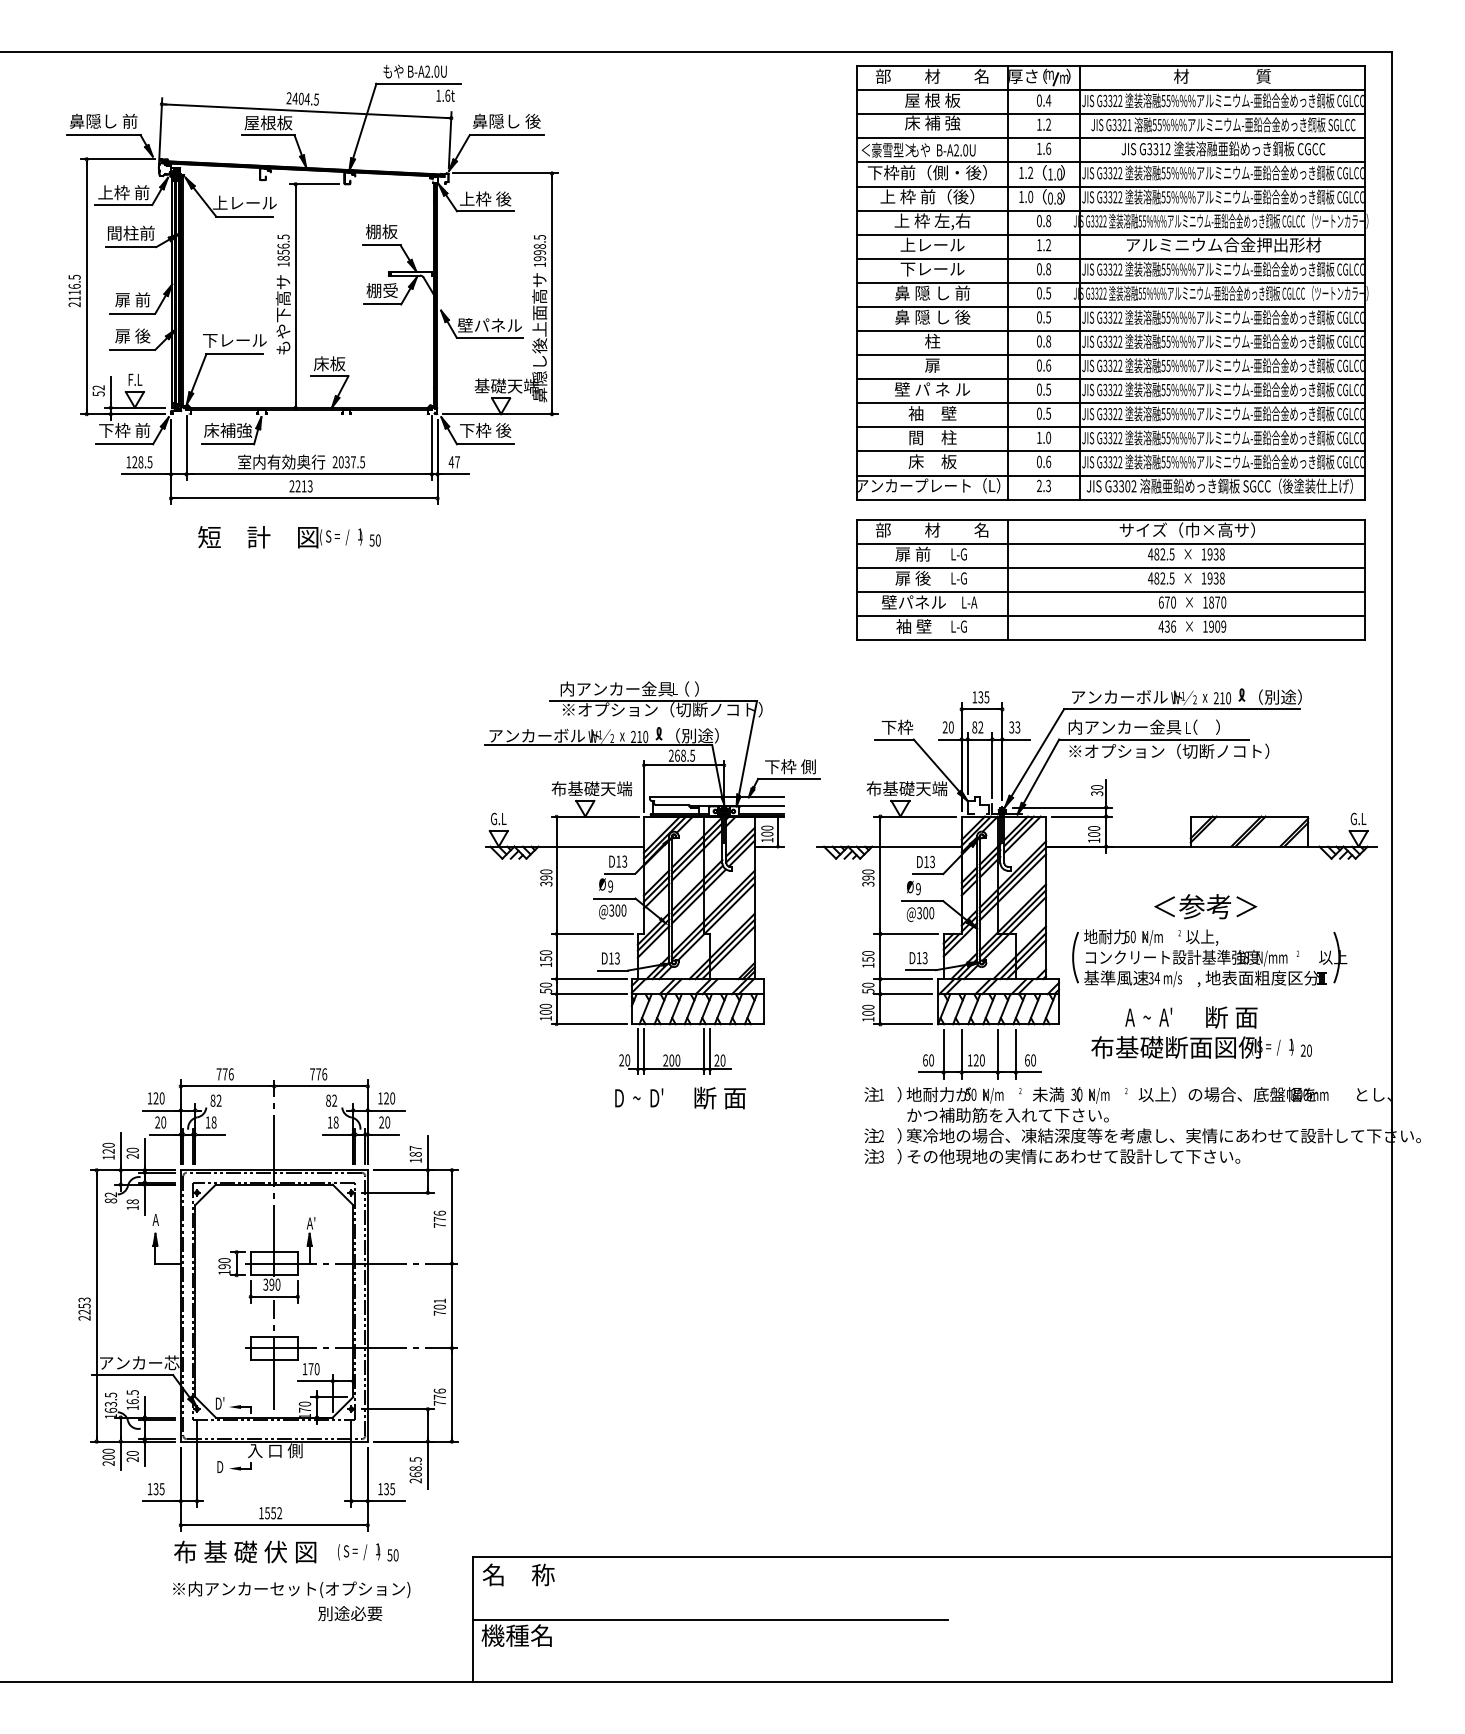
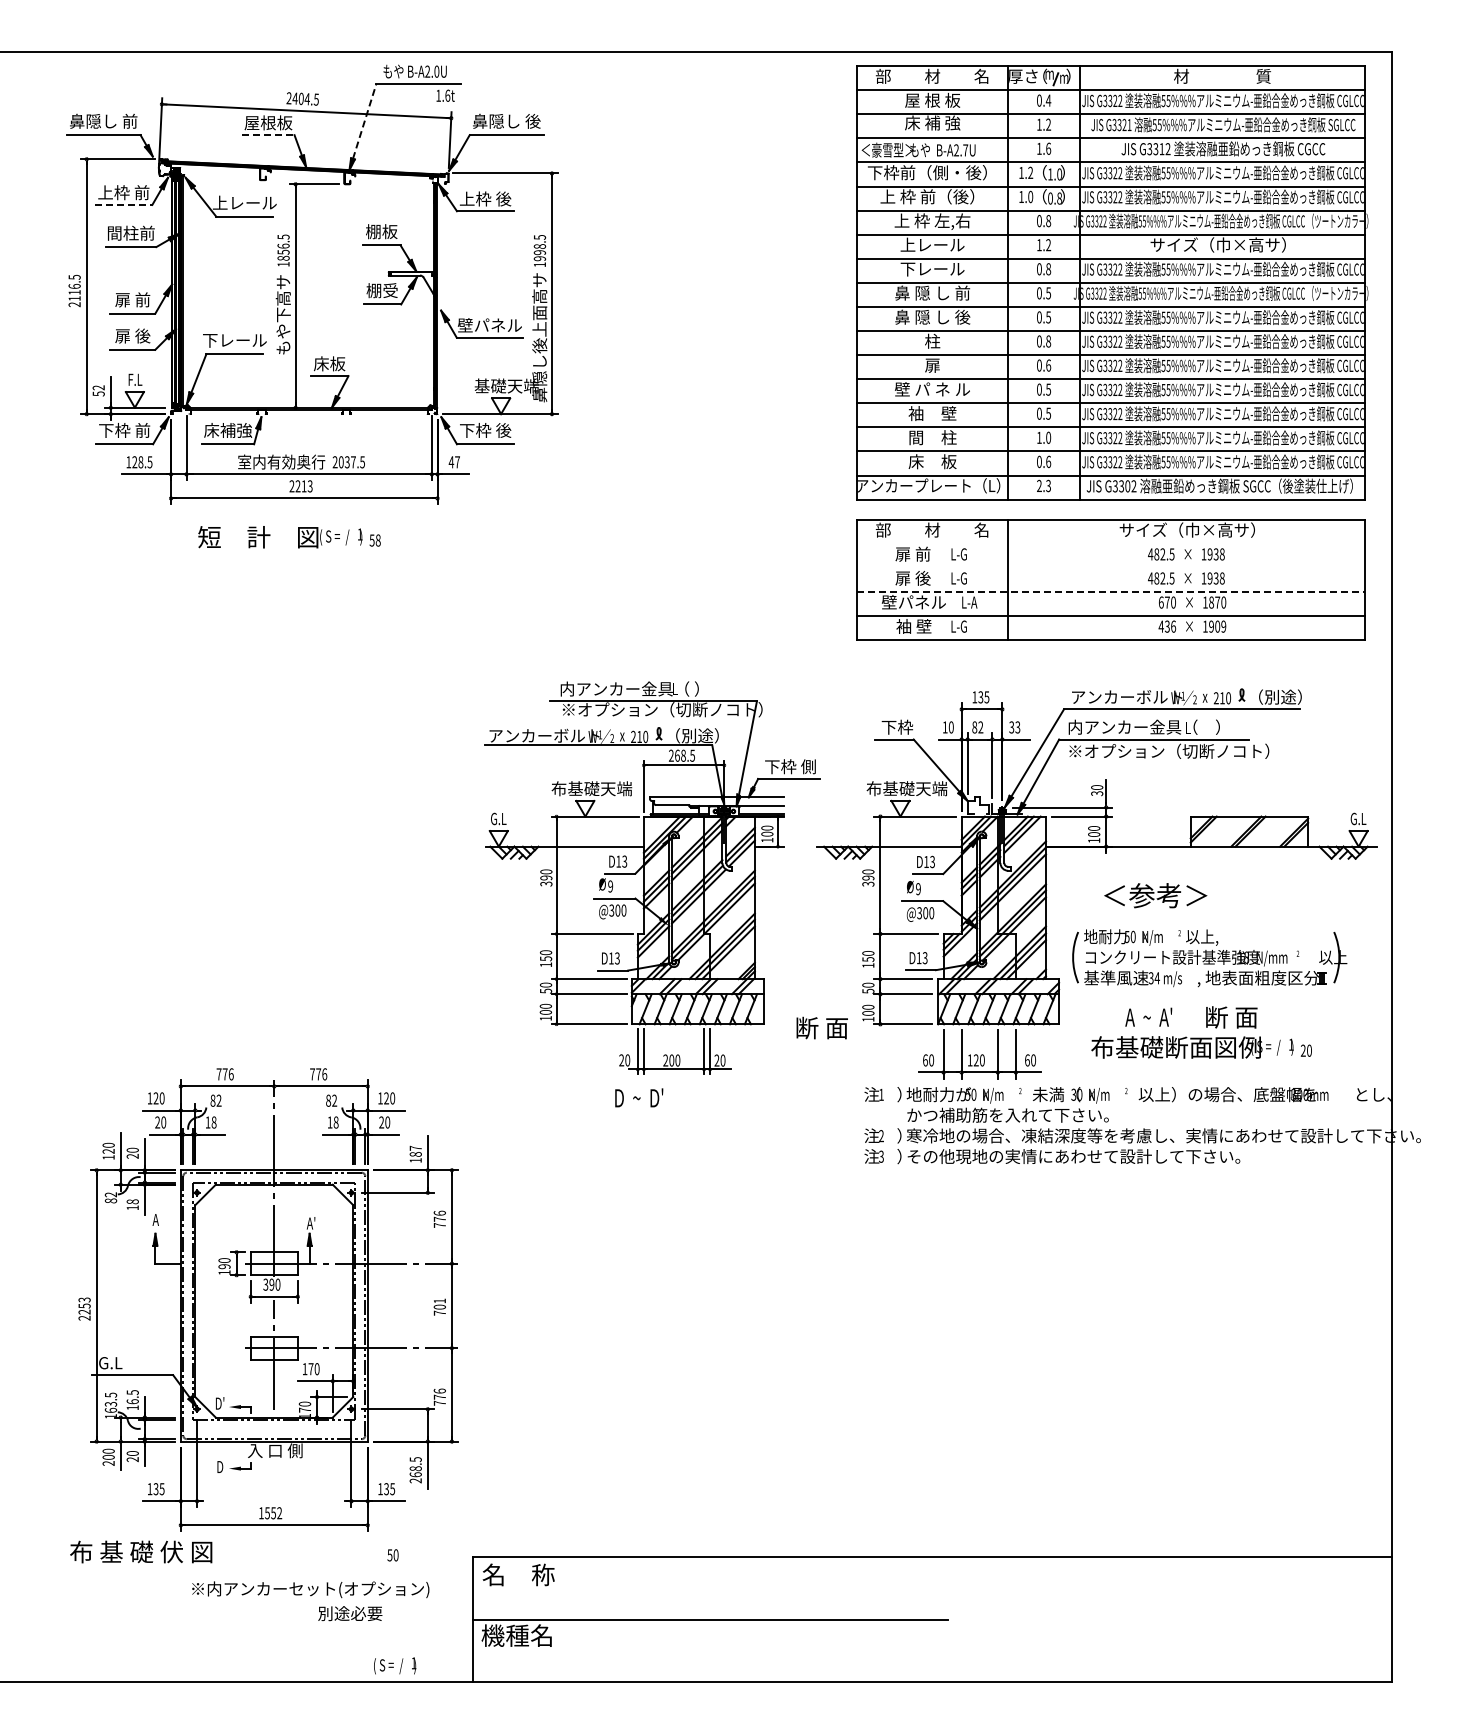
line at (364, 120): solid -> dashed
line at (268, 135): solid -> dashed
text at (965, 150): B-A2.0U -> B-A2.7U
line at (124, 204): solid -> dashed
text at (1224, 244): アルミニウム合金押出形材 -> サイズ（巾×高サ）
text at (377, 541): 50 -> 58
line at (1111, 543): present -> none
line at (1111, 568): present -> none
line at (1111, 592): solid -> dashed
text at (944, 727): 20 -> 10
text at (1205, 906) position: (1205, 906) -> (1155, 895)
text at (719, 1097) position: (719, 1097) -> (821, 1027)
text at (139, 1362): アンカー芯 -> G.L
text at (245, 1551) position: (245, 1551) -> (141, 1551)
text at (359, 1551) position: (359, 1551) -> (395, 1665)
text at (291, 1589) position: (291, 1589) -> (310, 1589)
